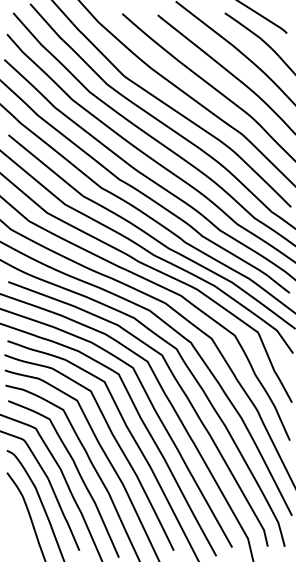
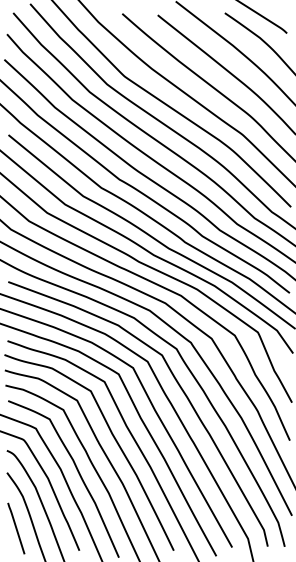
line at (16, 528): none -> present
